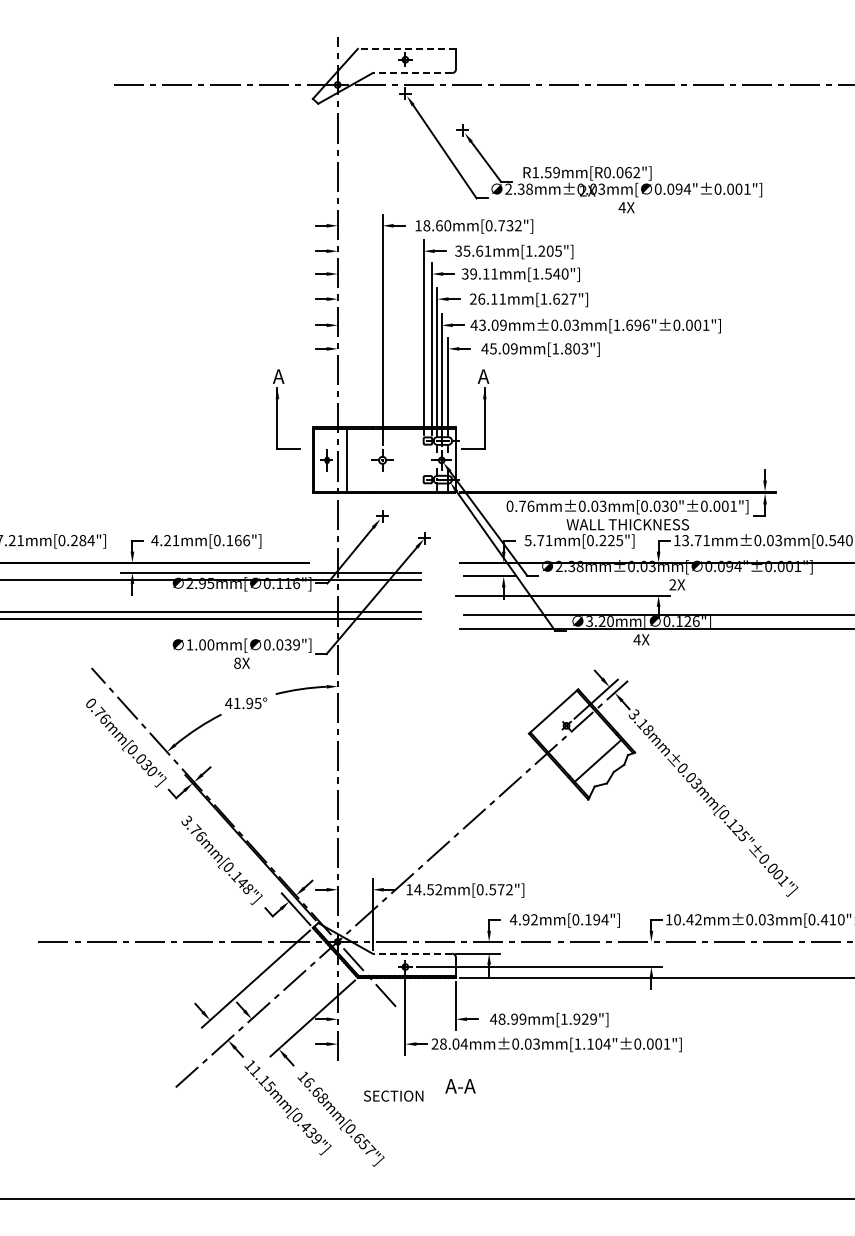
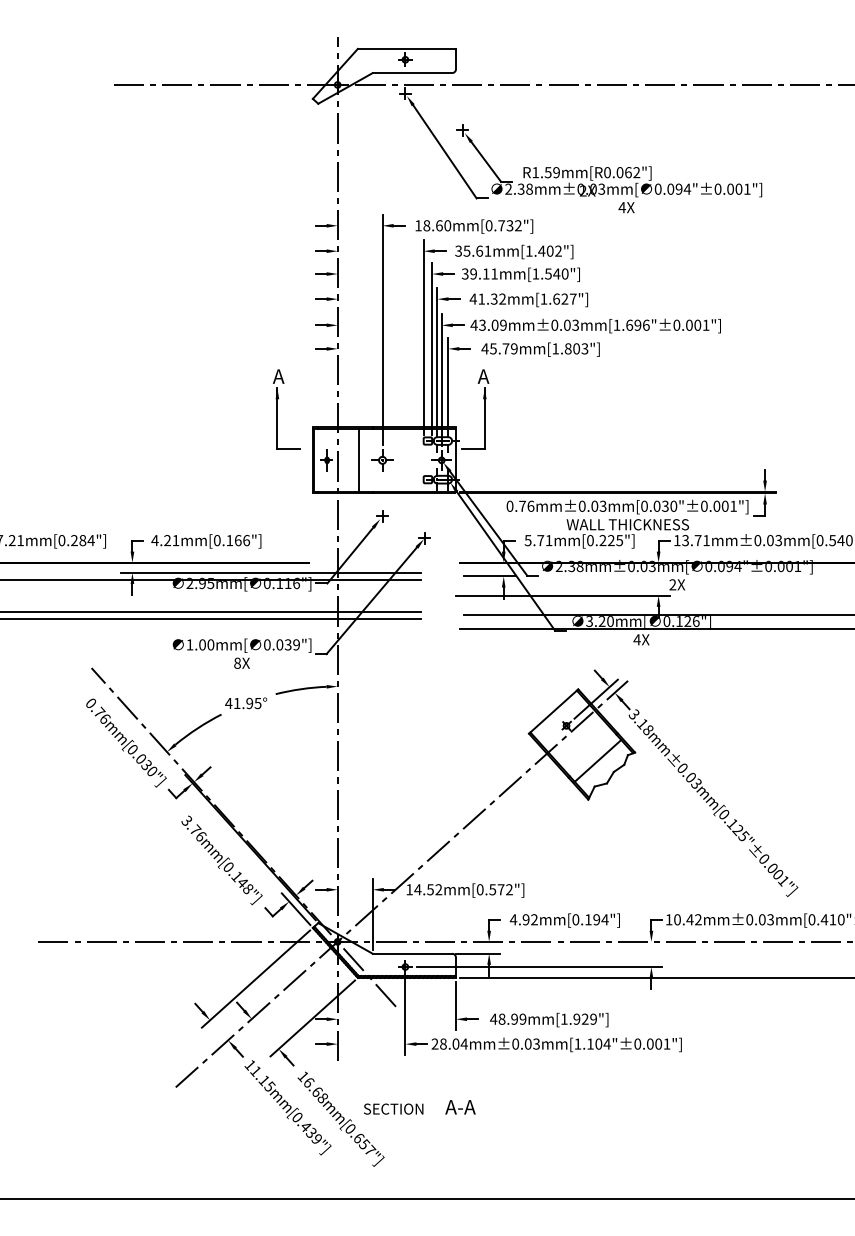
line at (406, 48): dashed -> solid
line at (412, 73): dashed -> solid
text at (549, 250): 35.61mm[1.205"] -> 35.61mm[1.402"]
text at (487, 298): 26.11mm[1.627"] -> 41.32mm[1.627"]
text at (505, 348): 45.09mm[1.803"] -> 45.79mm[1.803"]
line at (346, 460) position: (346, 460) -> (358, 460)
line at (412, 953): dashed -> solid
text at (460, 1086) position: (460, 1086) -> (460, 1107)
text at (393, 1095) position: (393, 1095) -> (393, 1108)
